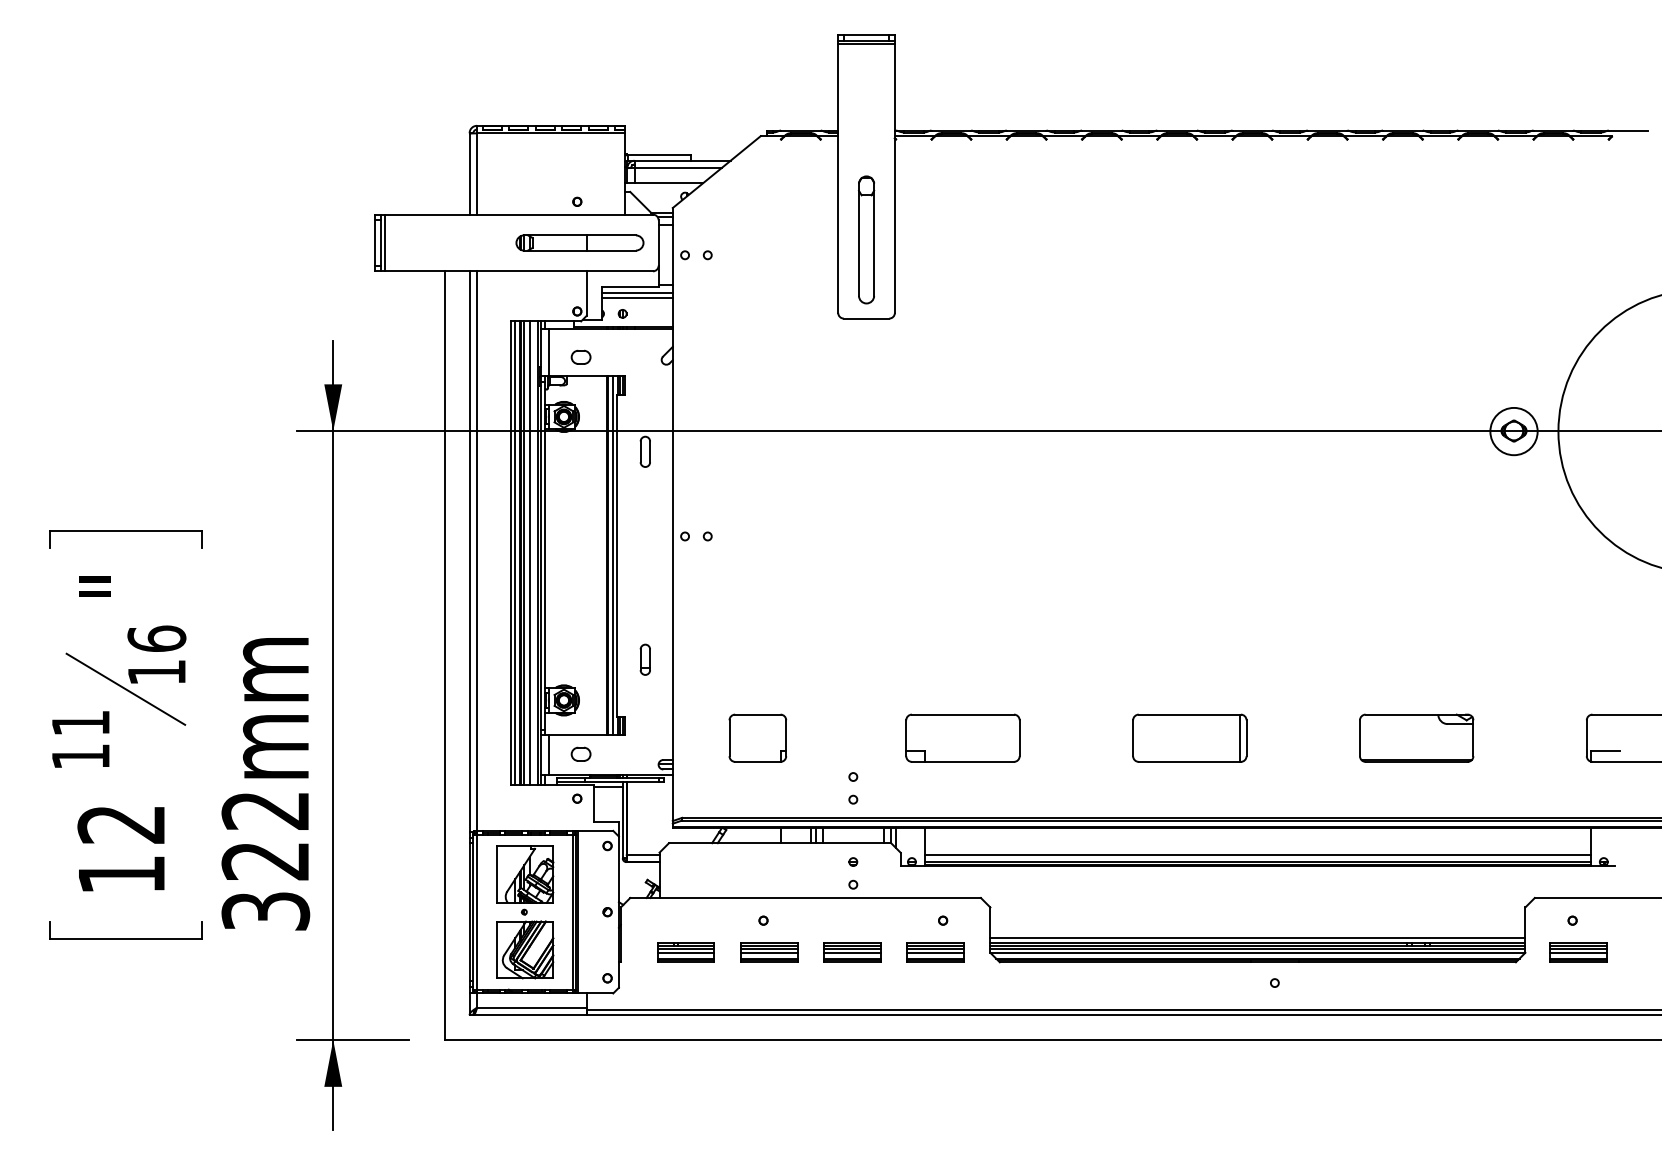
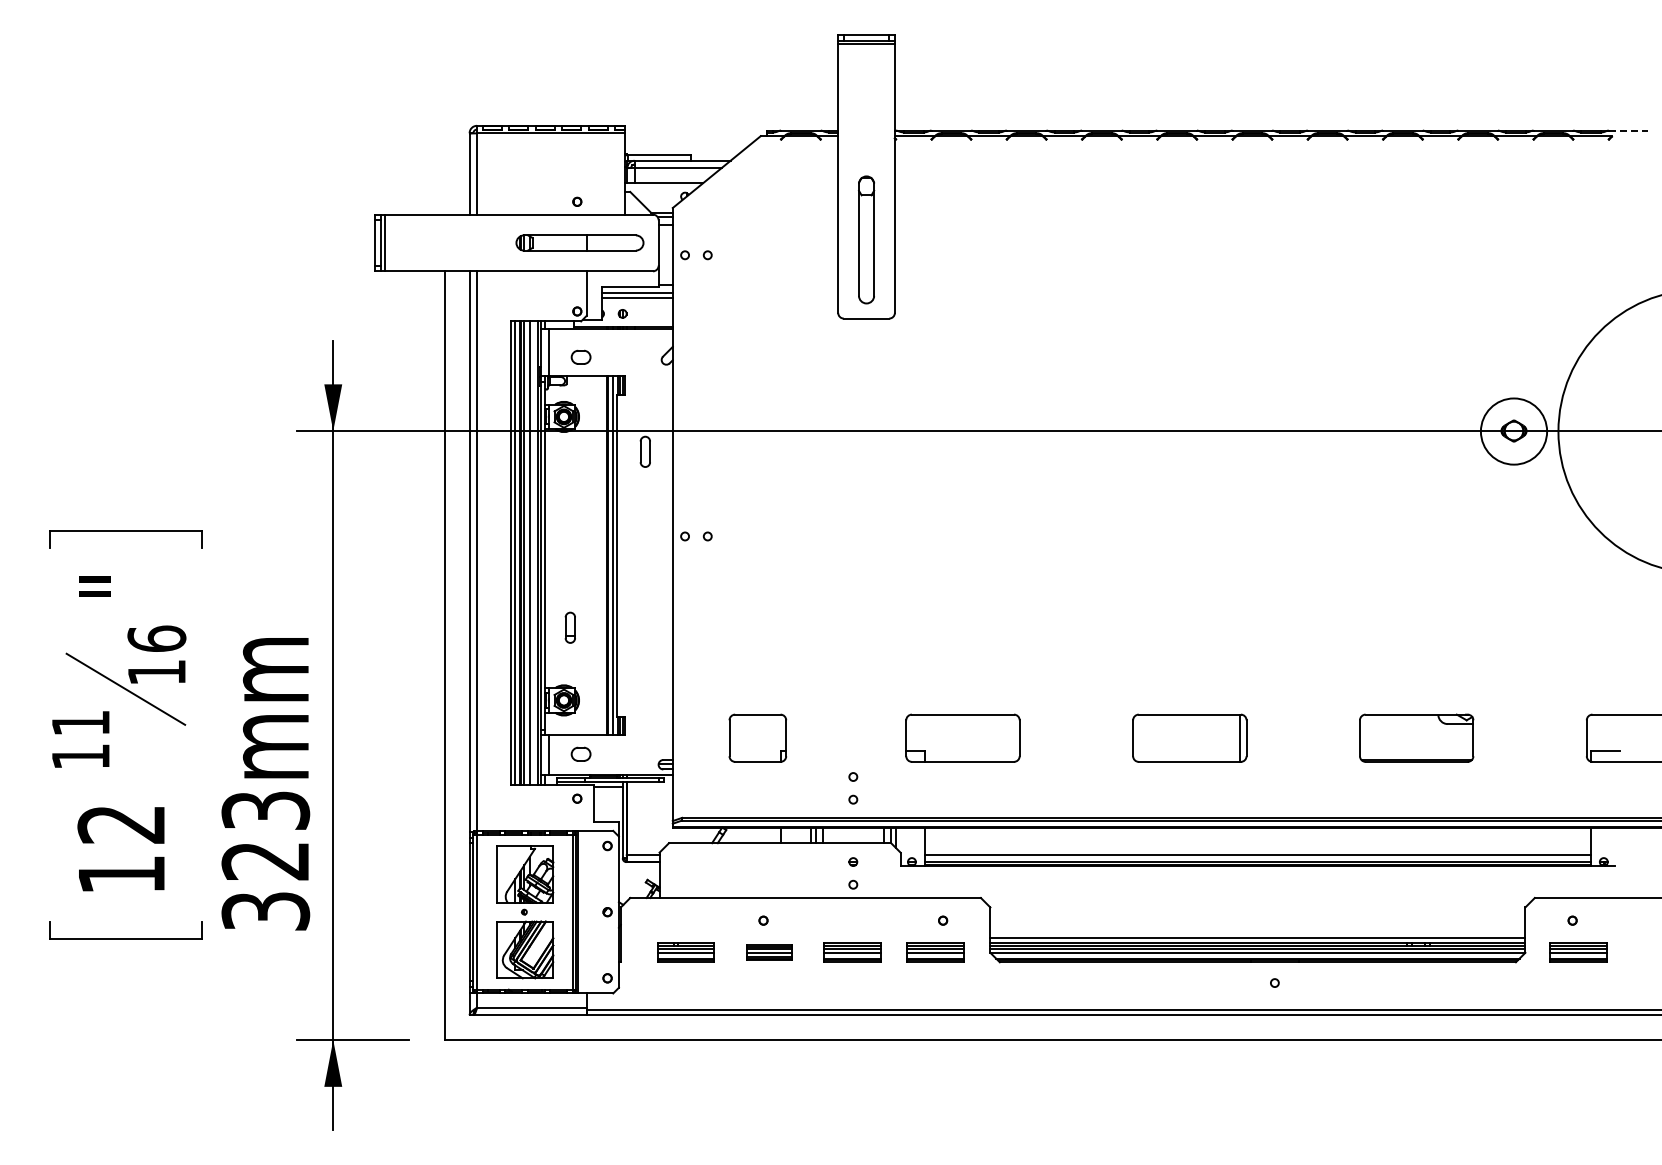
line at (1628, 130): solid -> dashed
circle at (1513, 431) diameter: 47 px -> 66 px
part at (644, 659) position: (644, 659) -> (569, 627)
text at (265, 810): 322mm -> 323mm
part at (769, 952) size: 59x21 px -> 47x17 px
